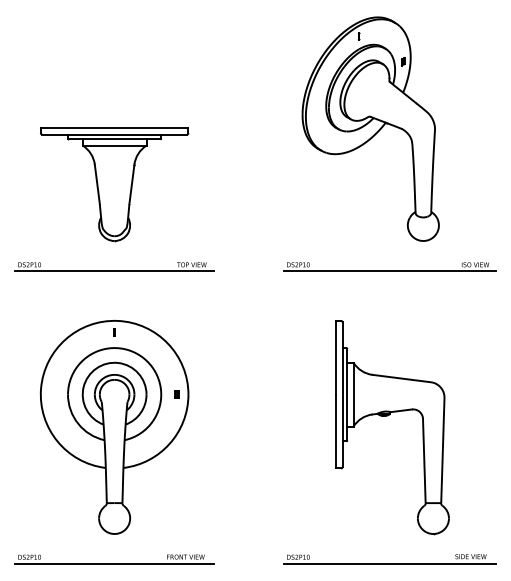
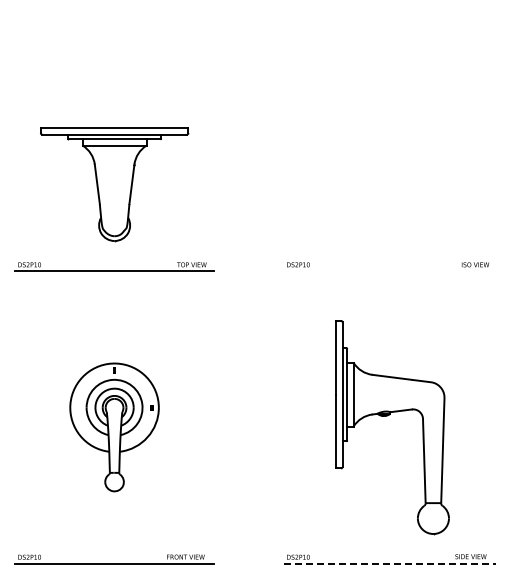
part at (370, 128): present -> none
line at (389, 271): present -> none
part at (114, 427) size: 151x215 px -> 91x131 px
line at (389, 563): solid -> dashed
